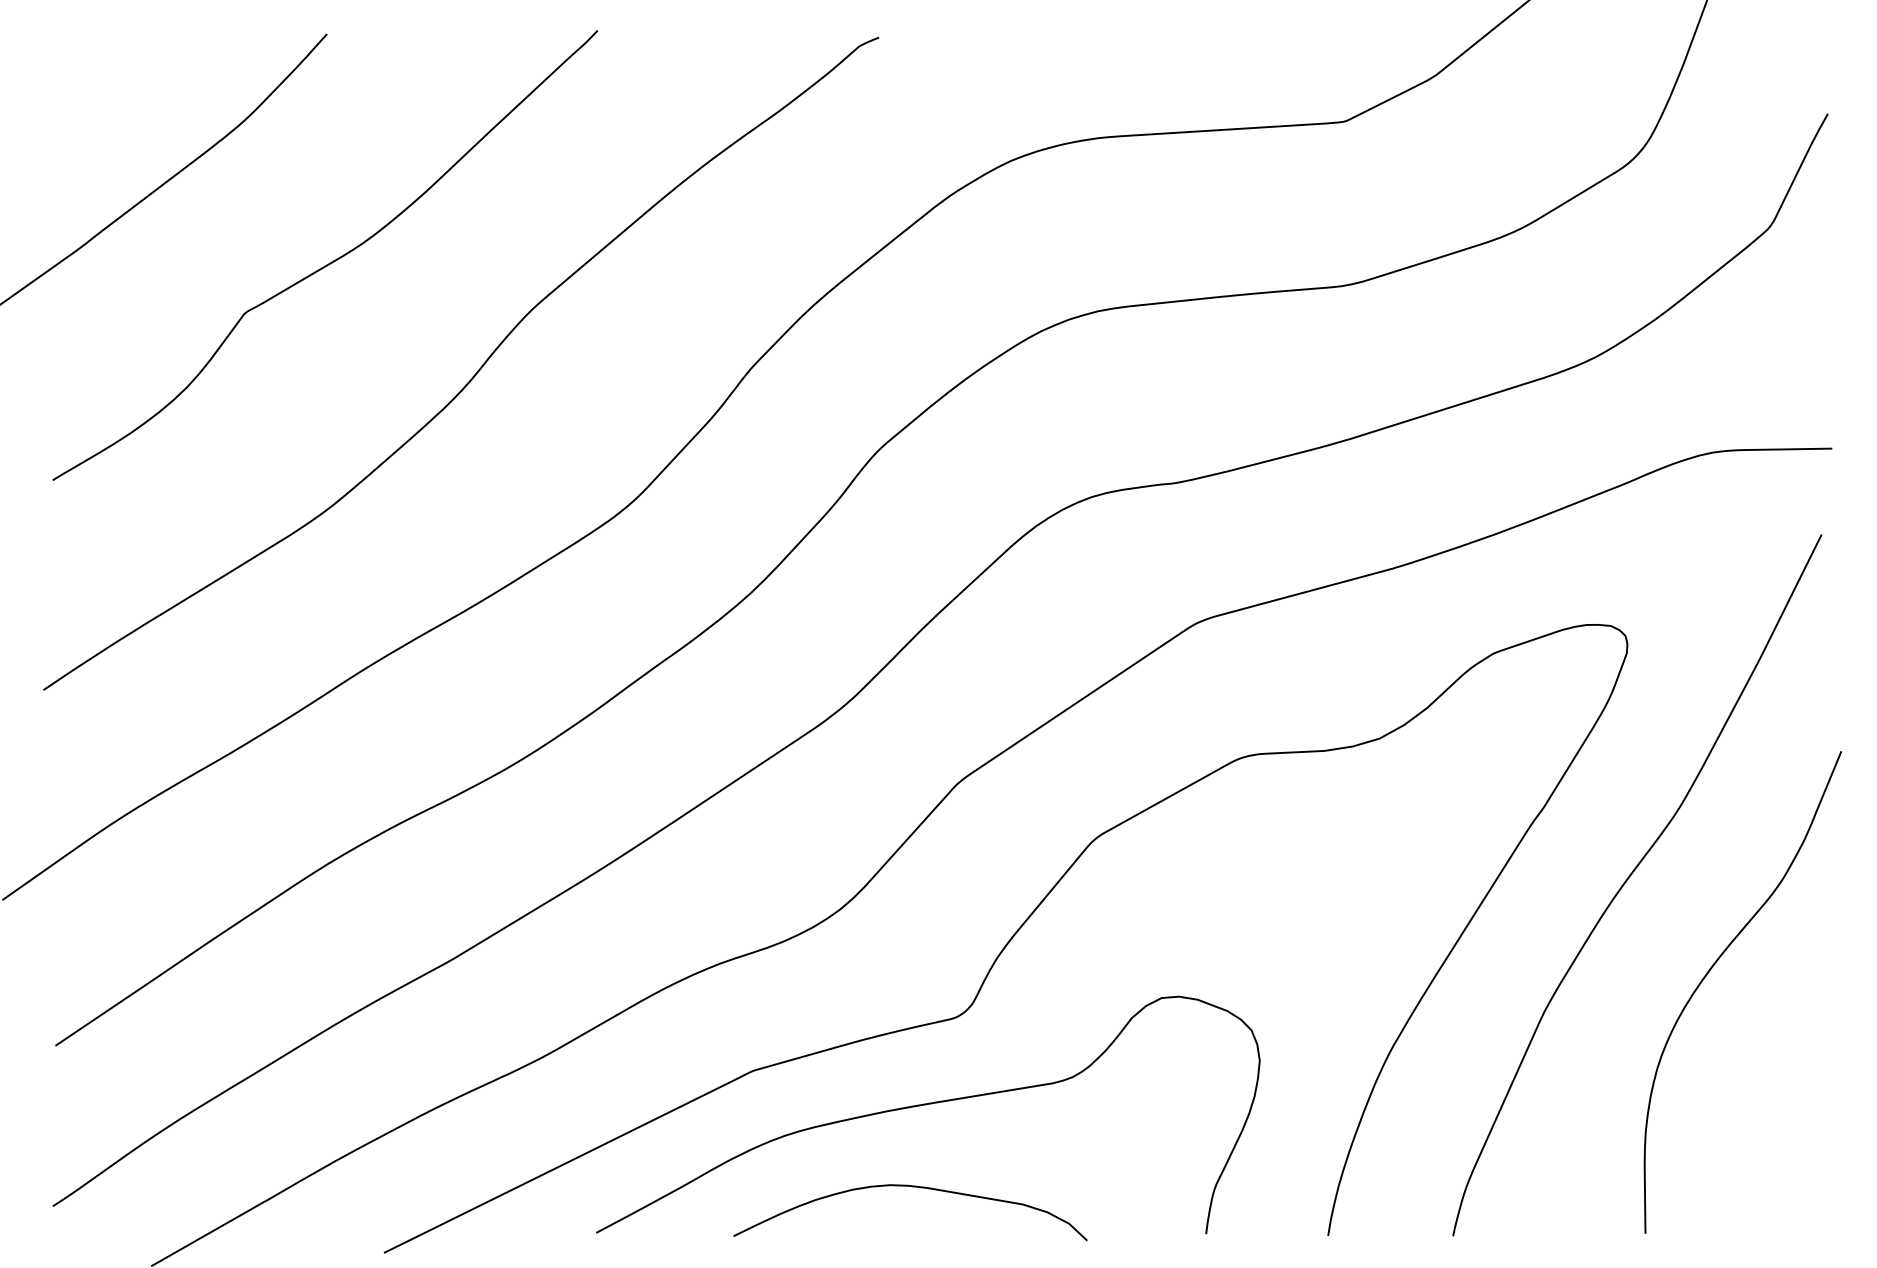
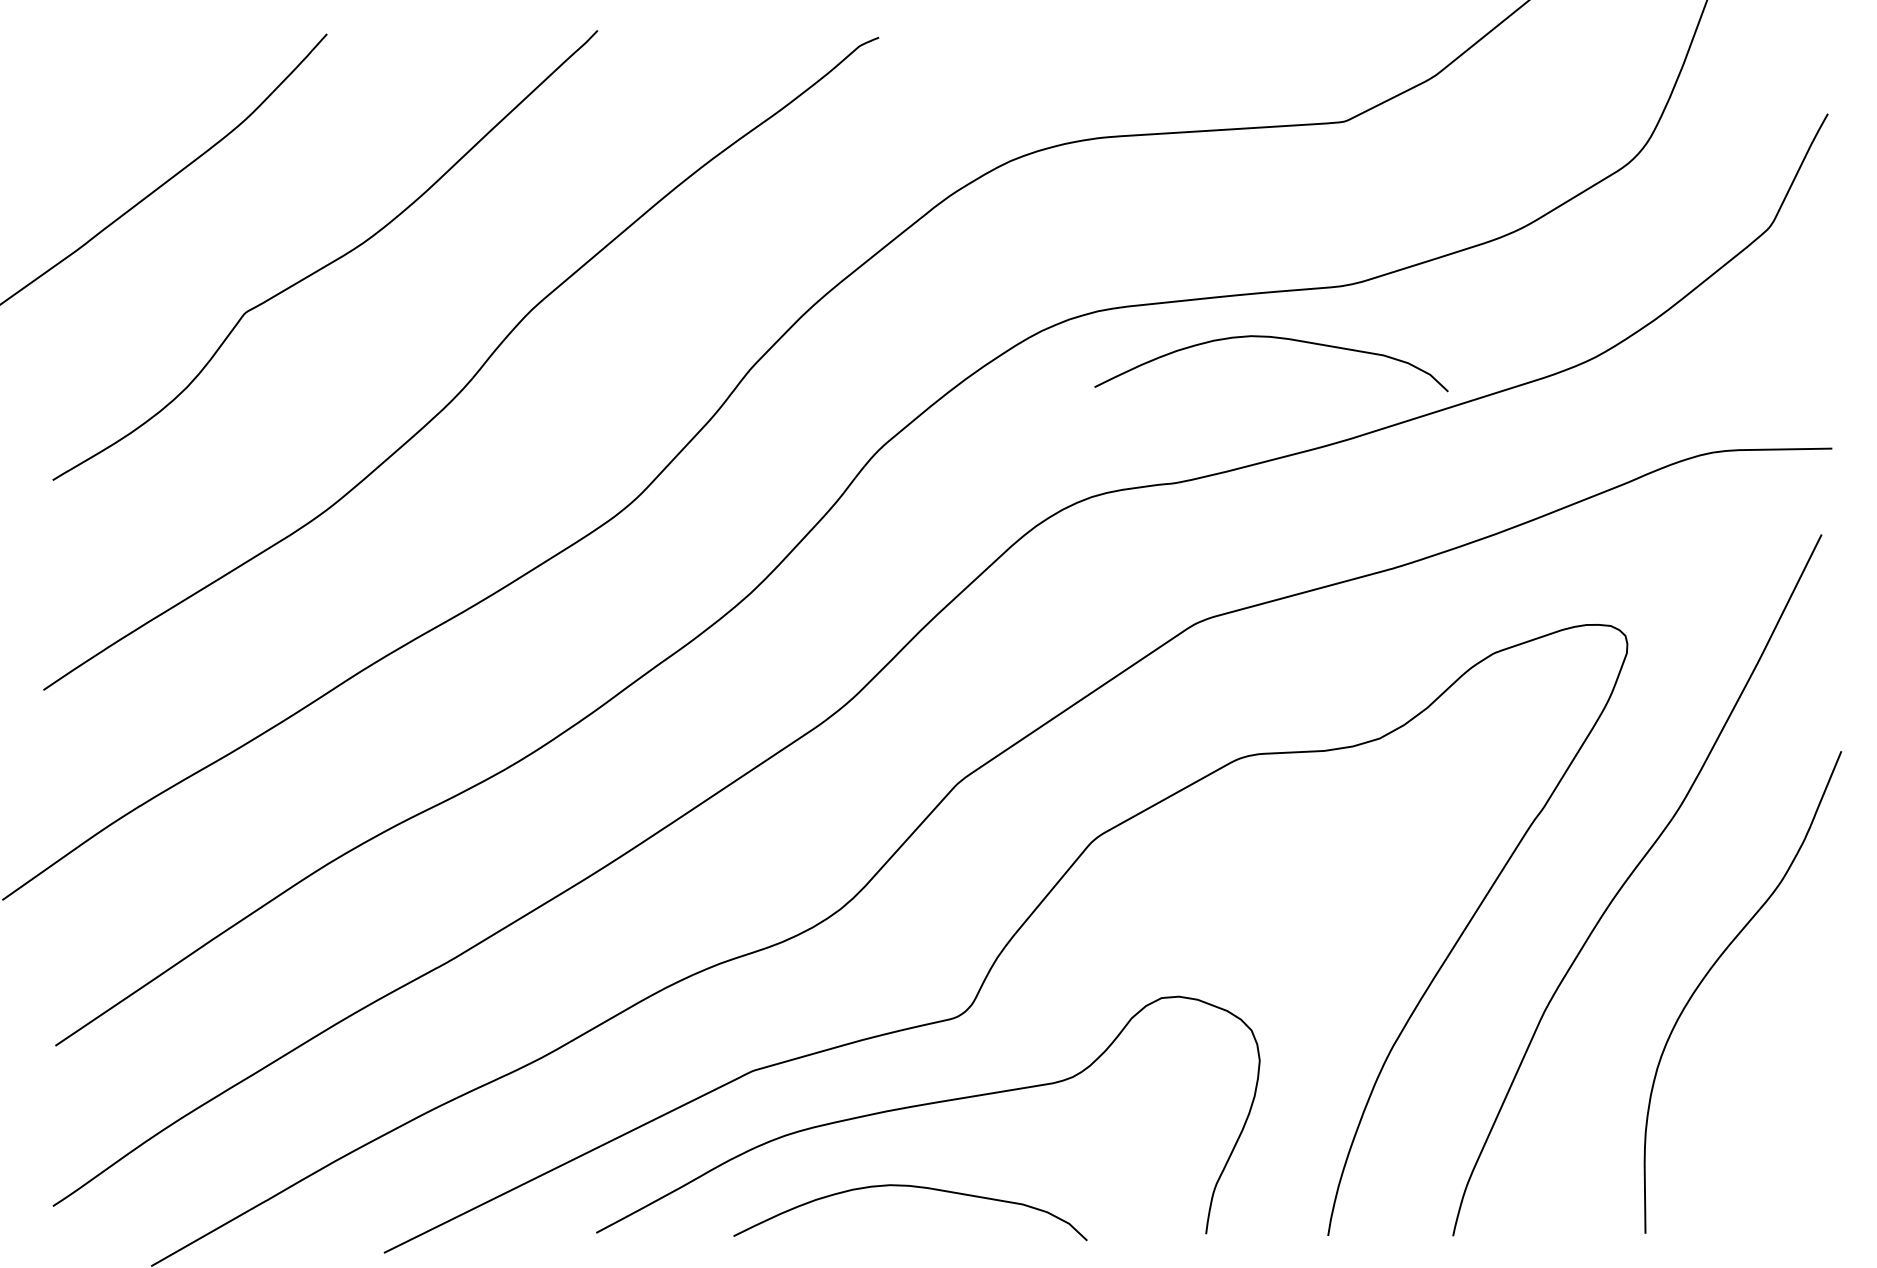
curve at (1273, 338): none -> present
